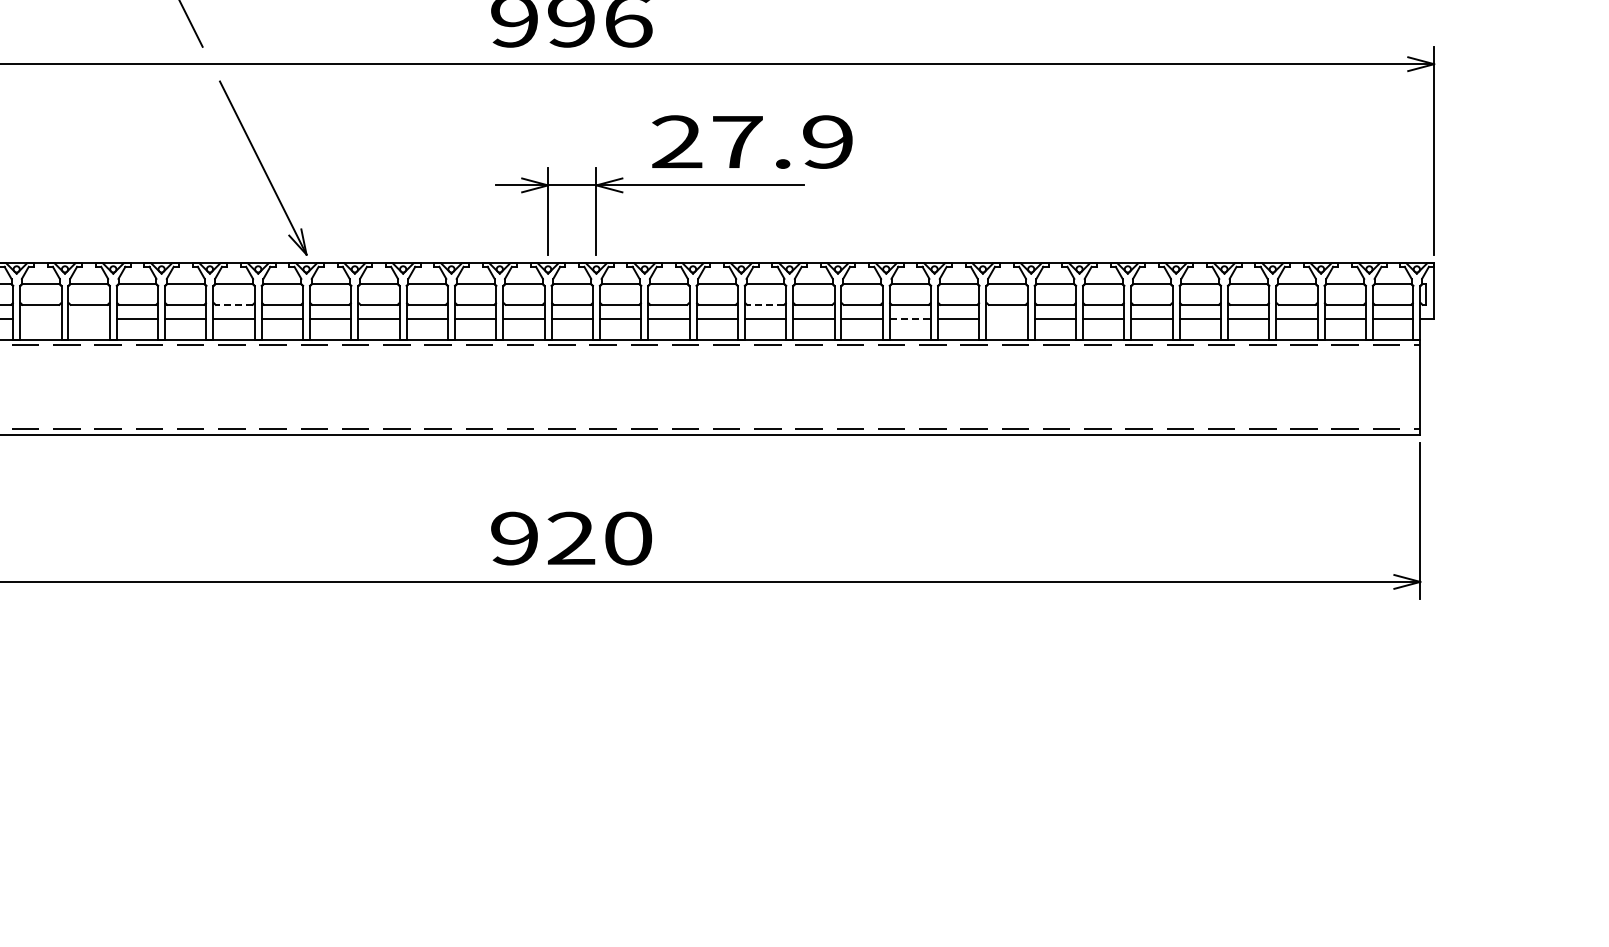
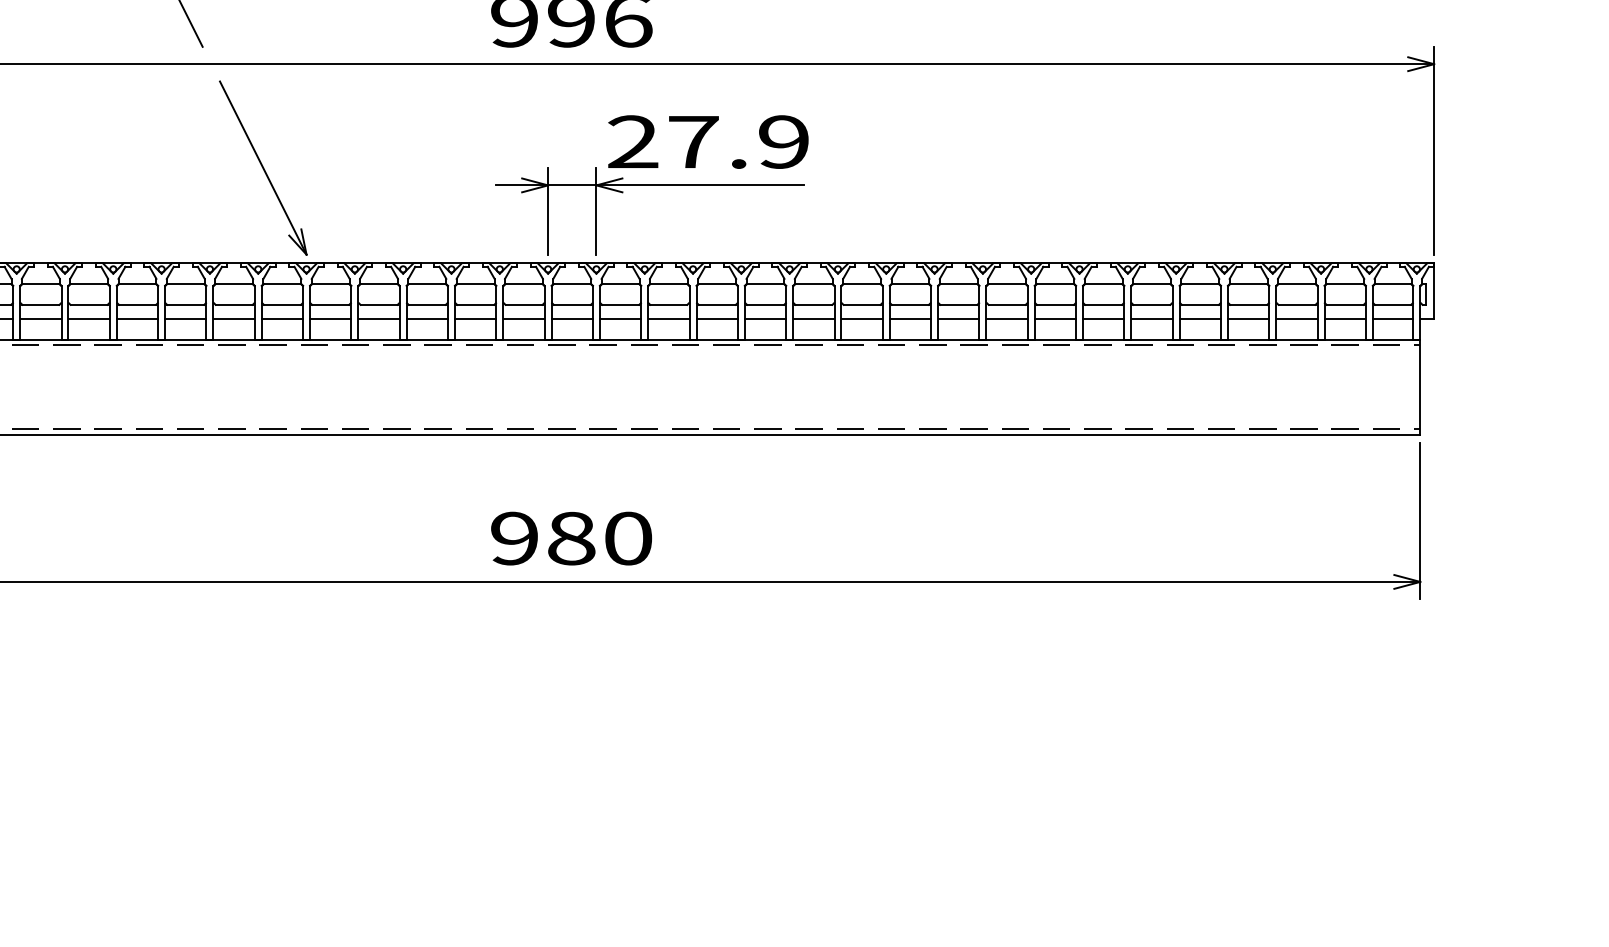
text at (752, 141) position: (752, 141) -> (708, 141)
line at (234, 304): dashed -> solid
line at (765, 304): dashed -> solid
line at (40, 318): none -> present
line at (88, 318): none -> present
line at (910, 318): dashed -> solid
line at (1006, 318): none -> present
text at (571, 538): 920 -> 980
